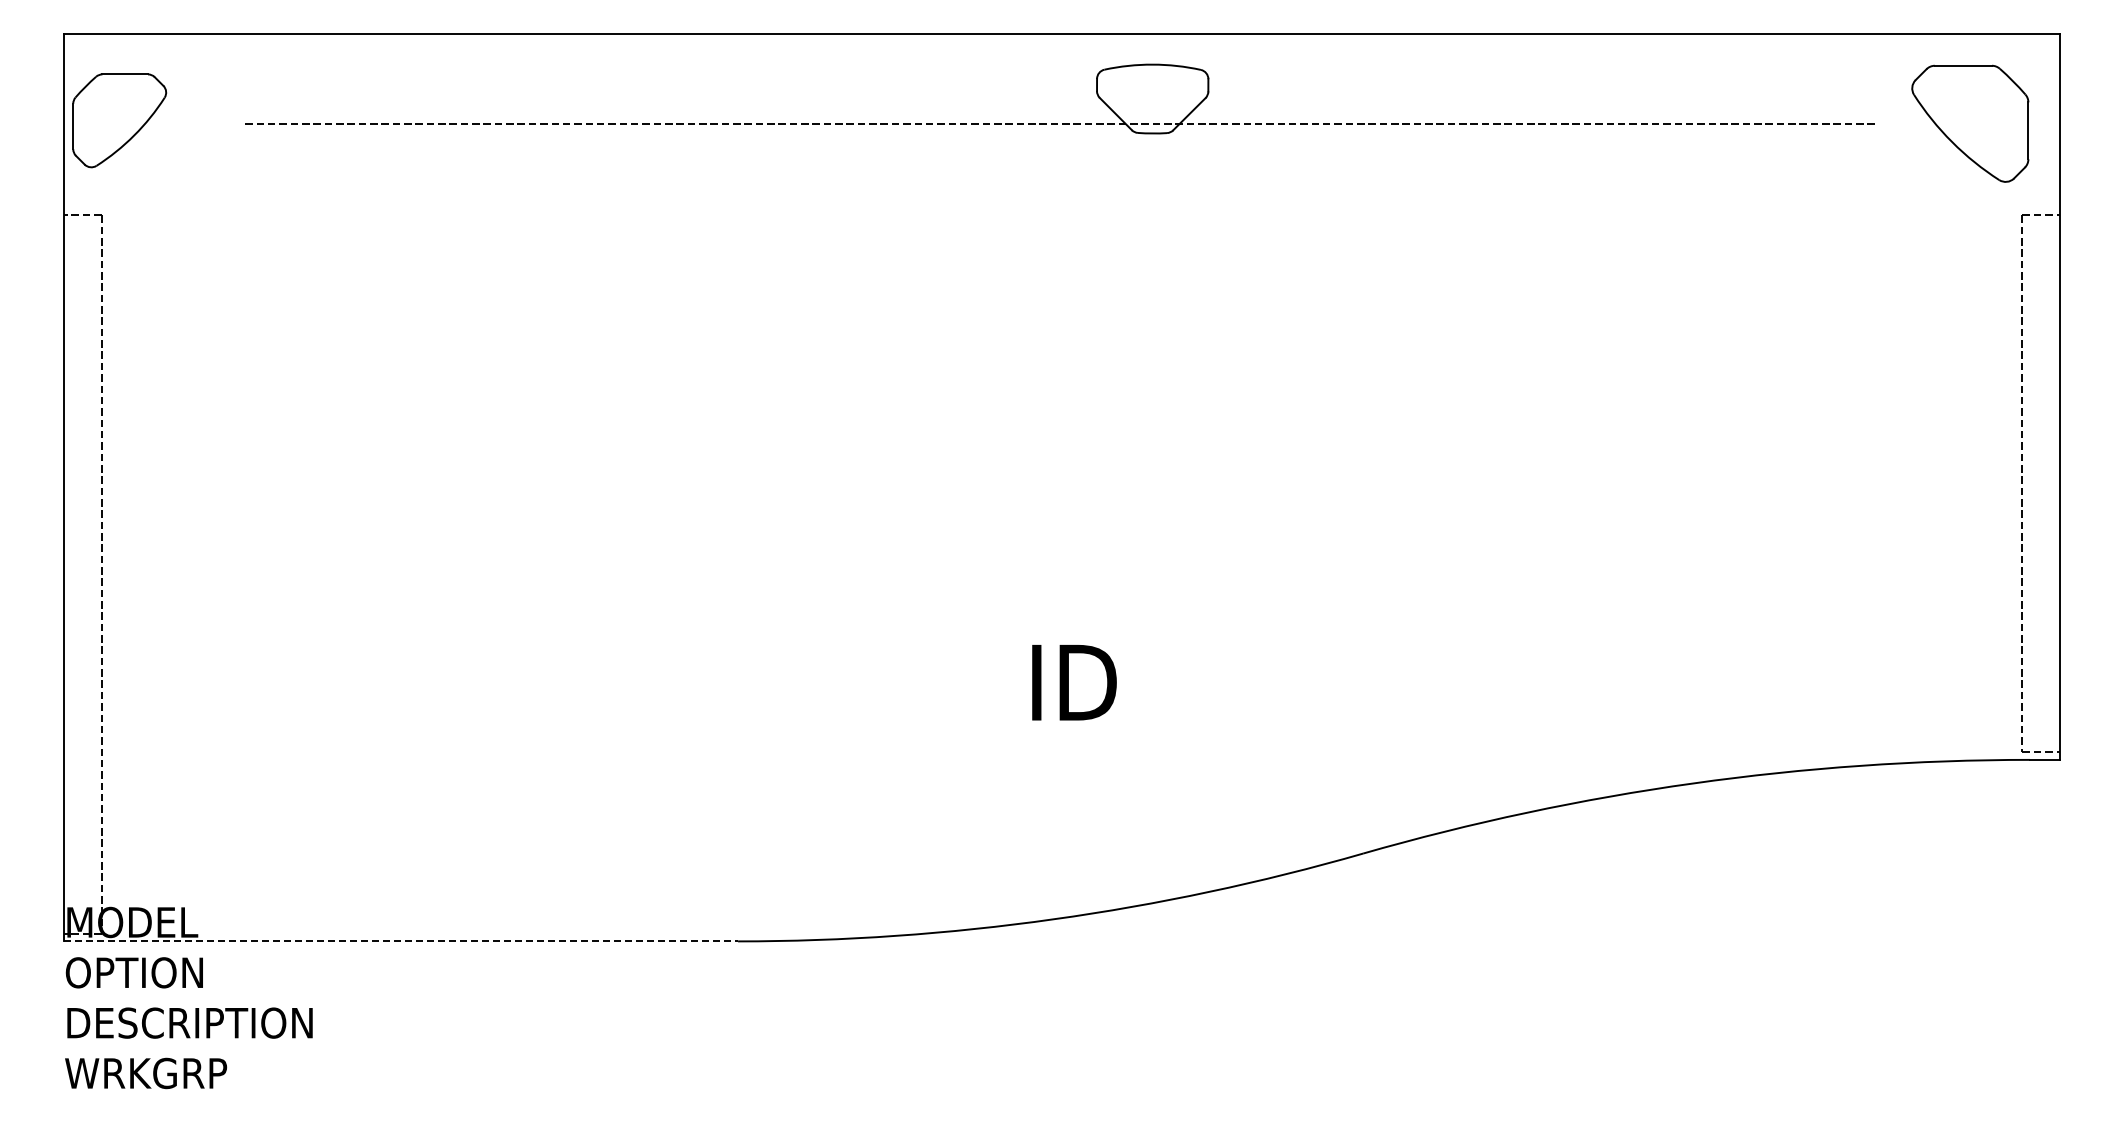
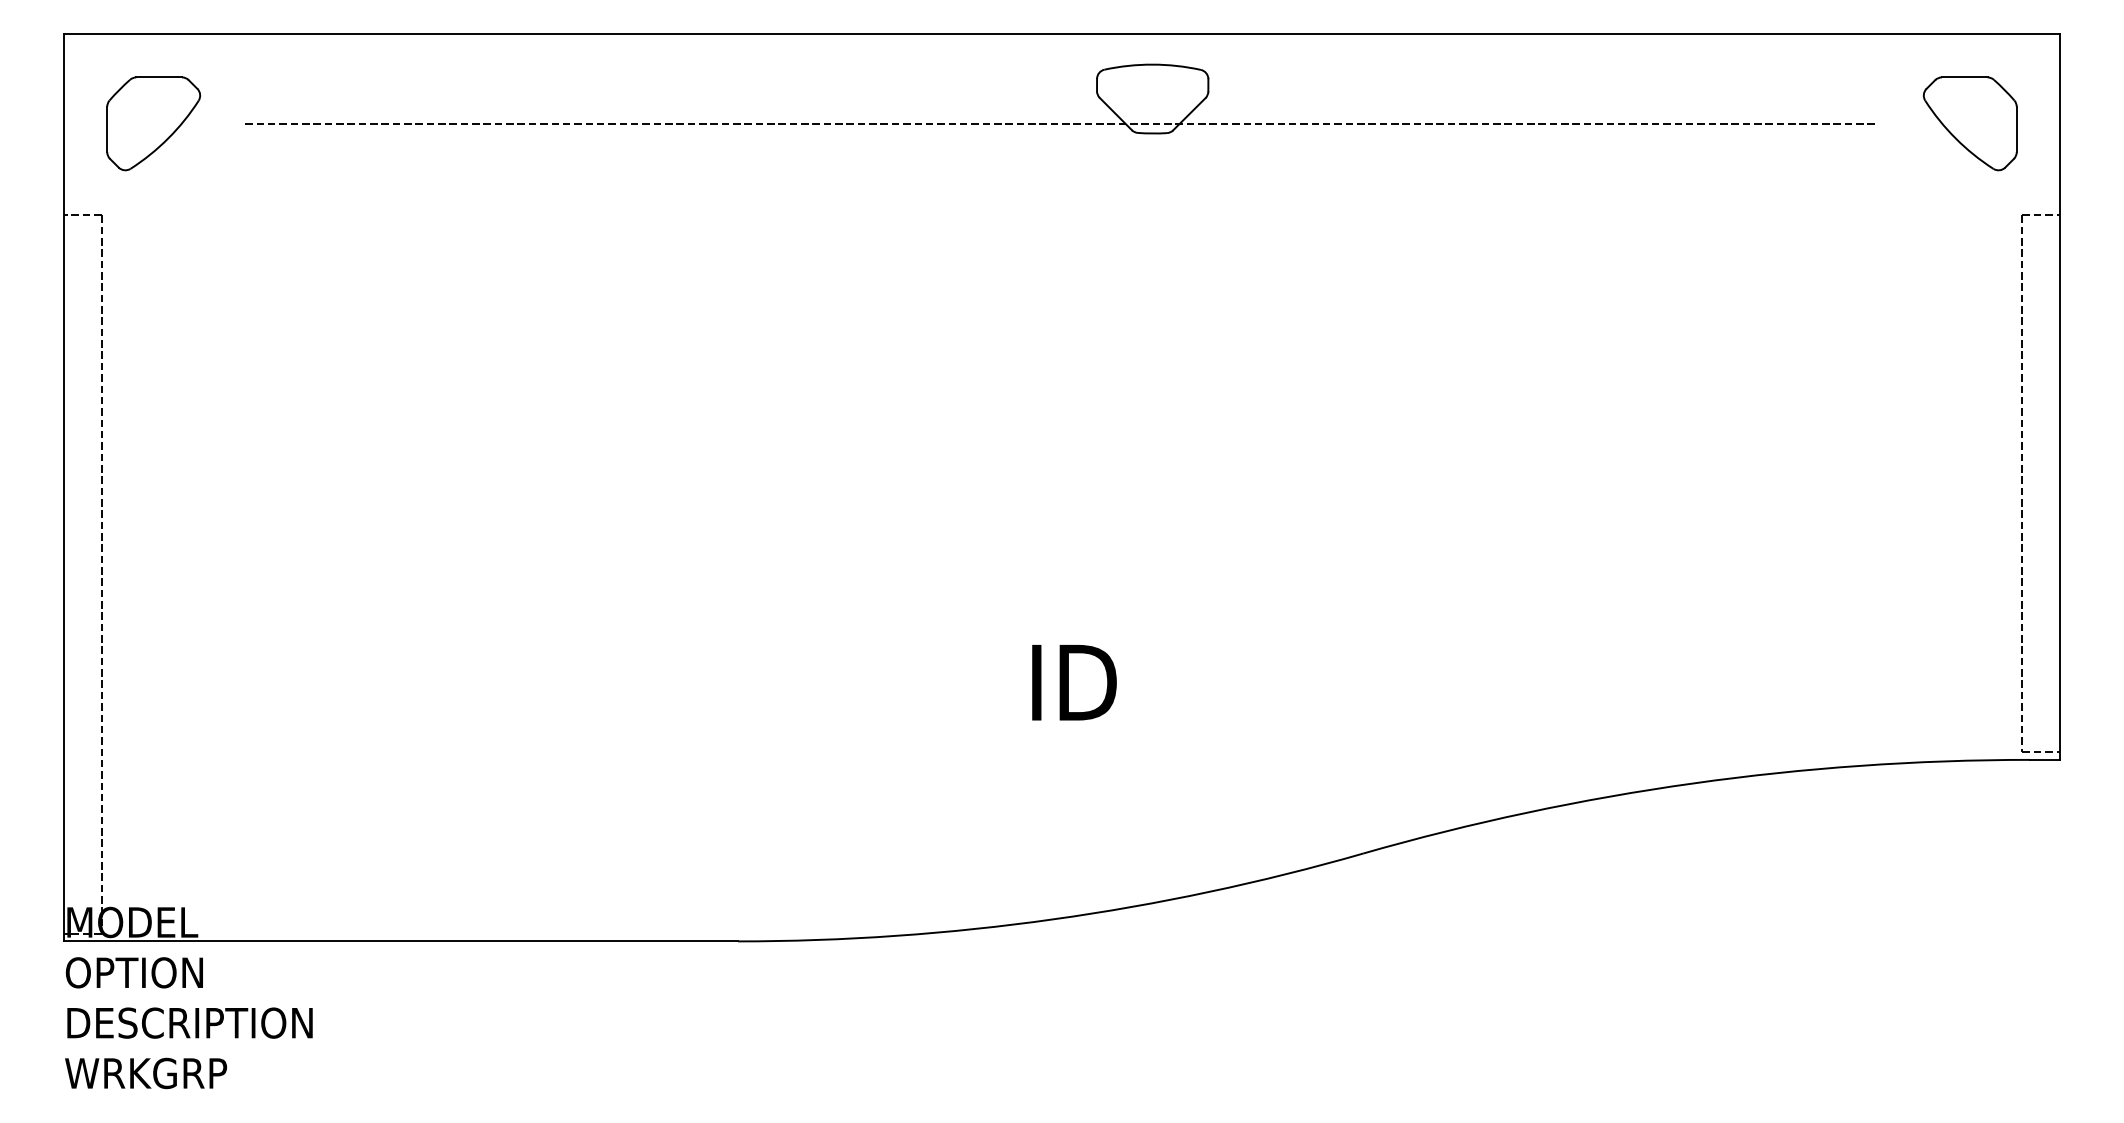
part at (119, 120) position: (119, 120) -> (153, 123)
part at (1970, 123) size: 119x119 px -> 96x96 px
line at (401, 941): dashed -> solid
